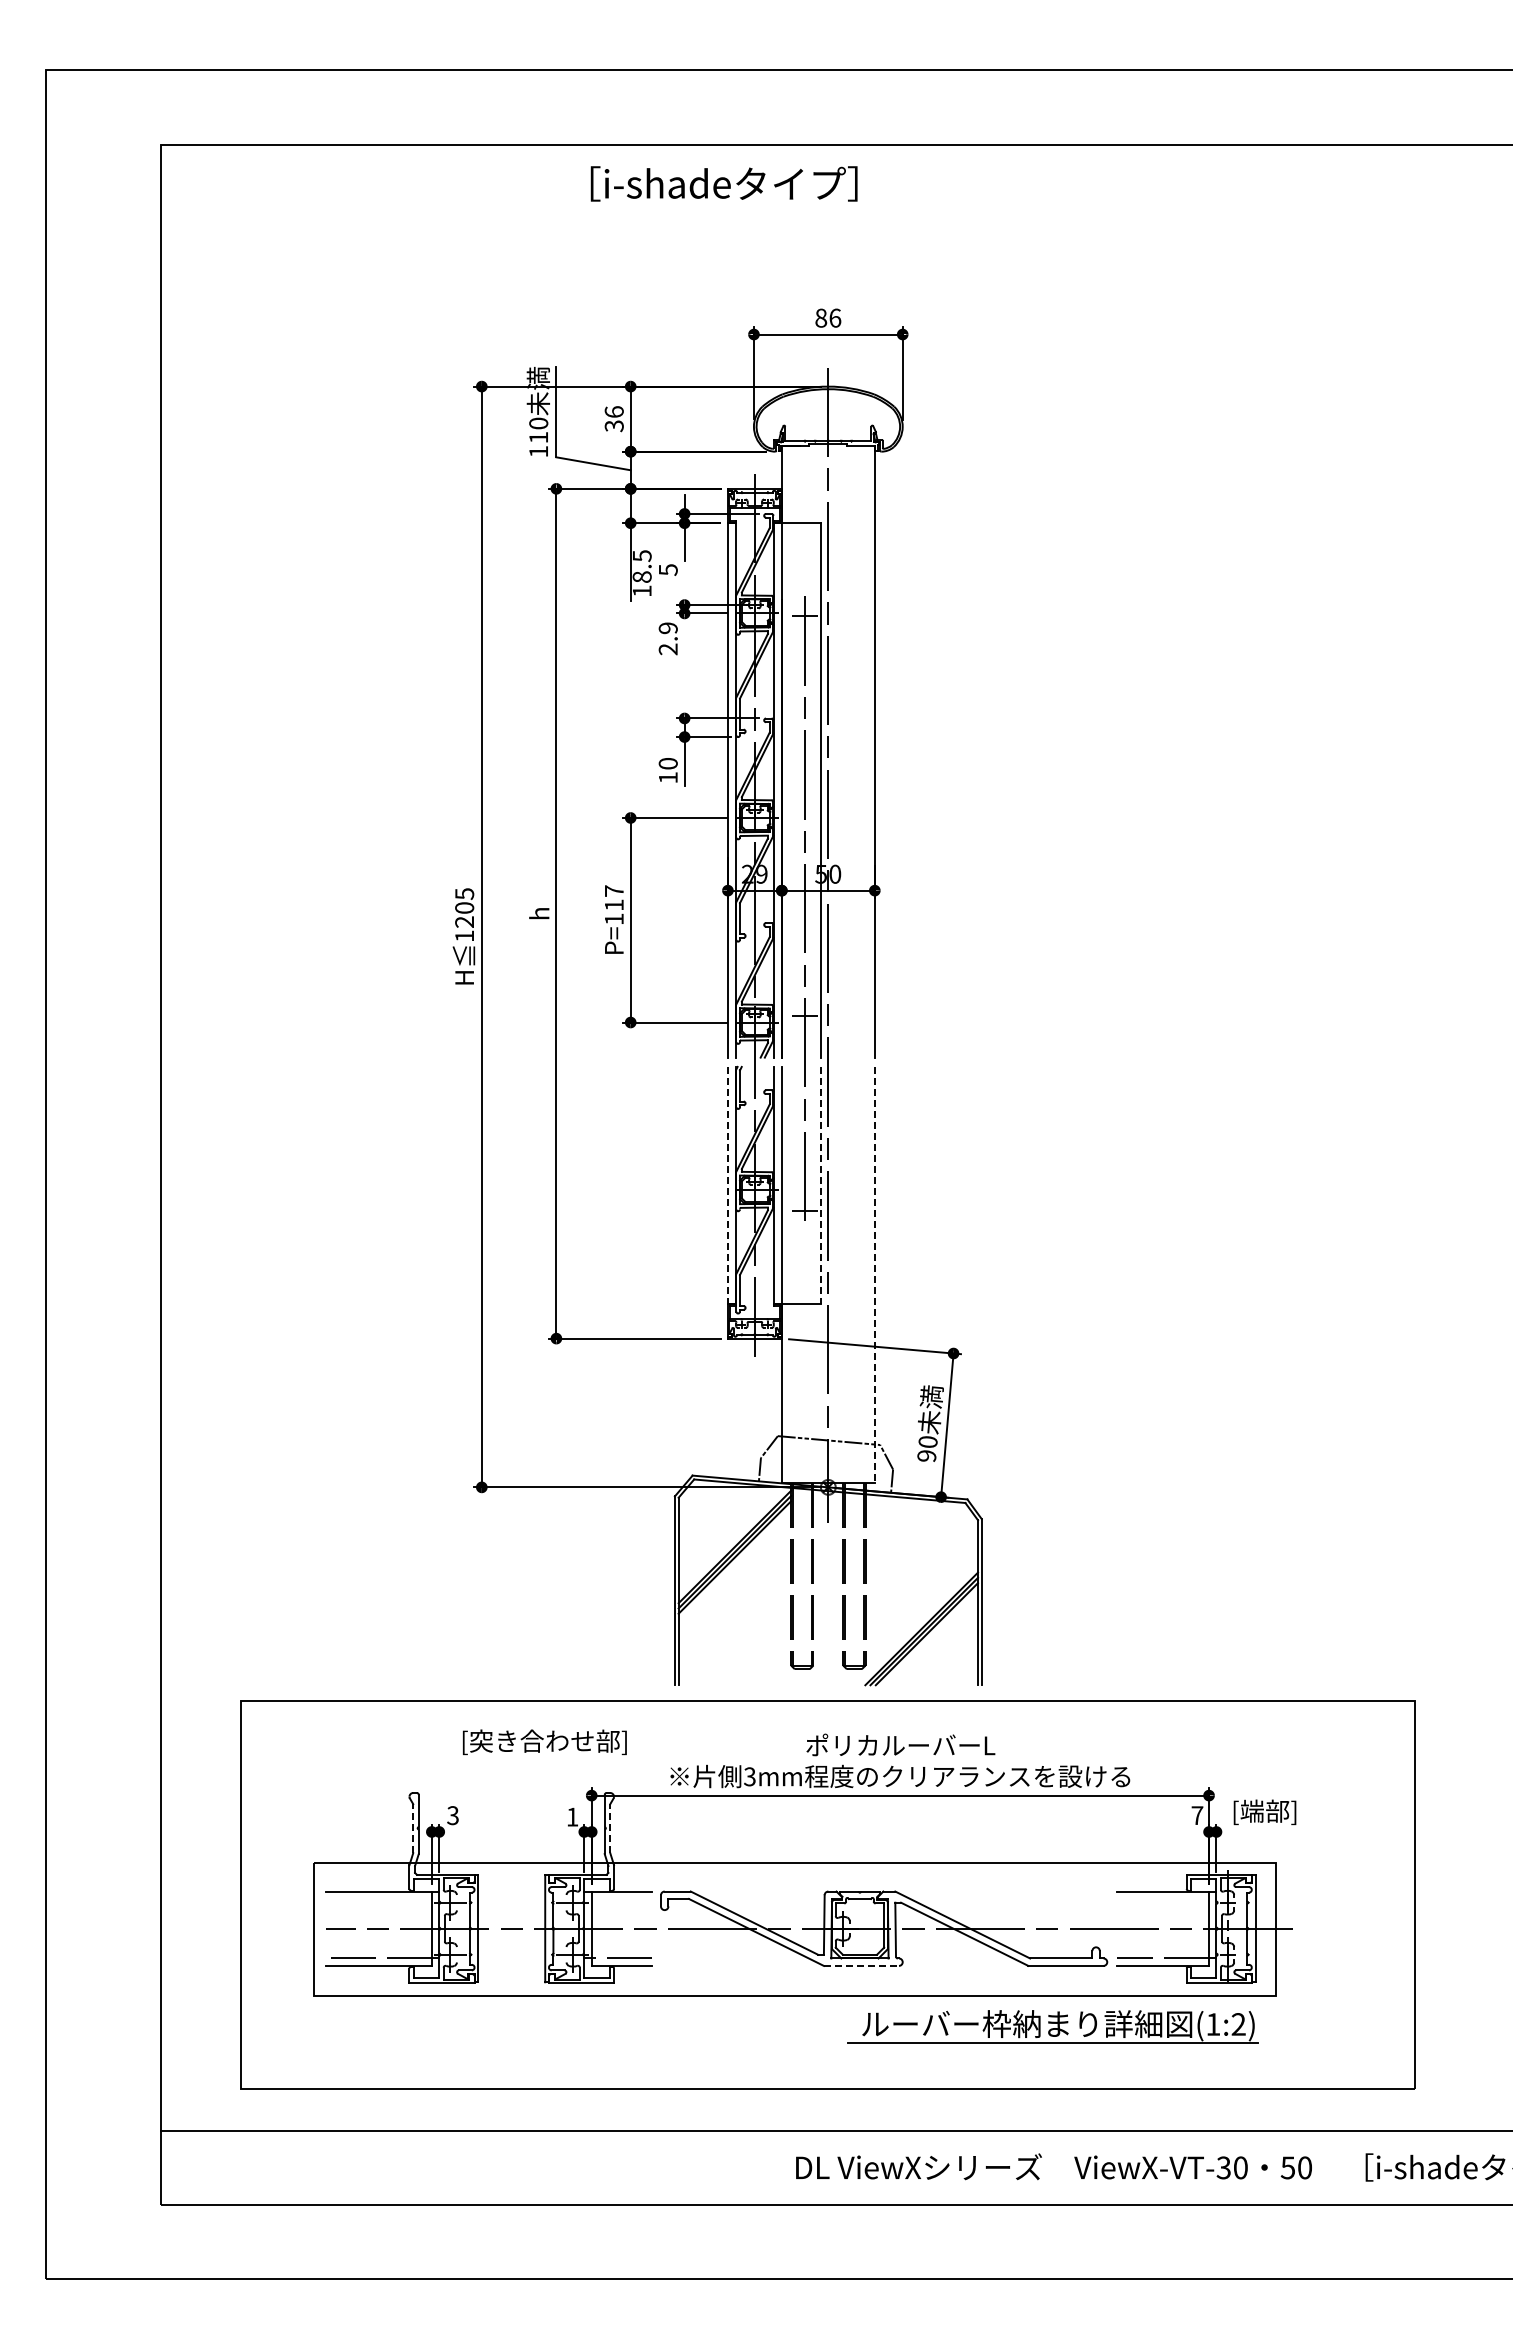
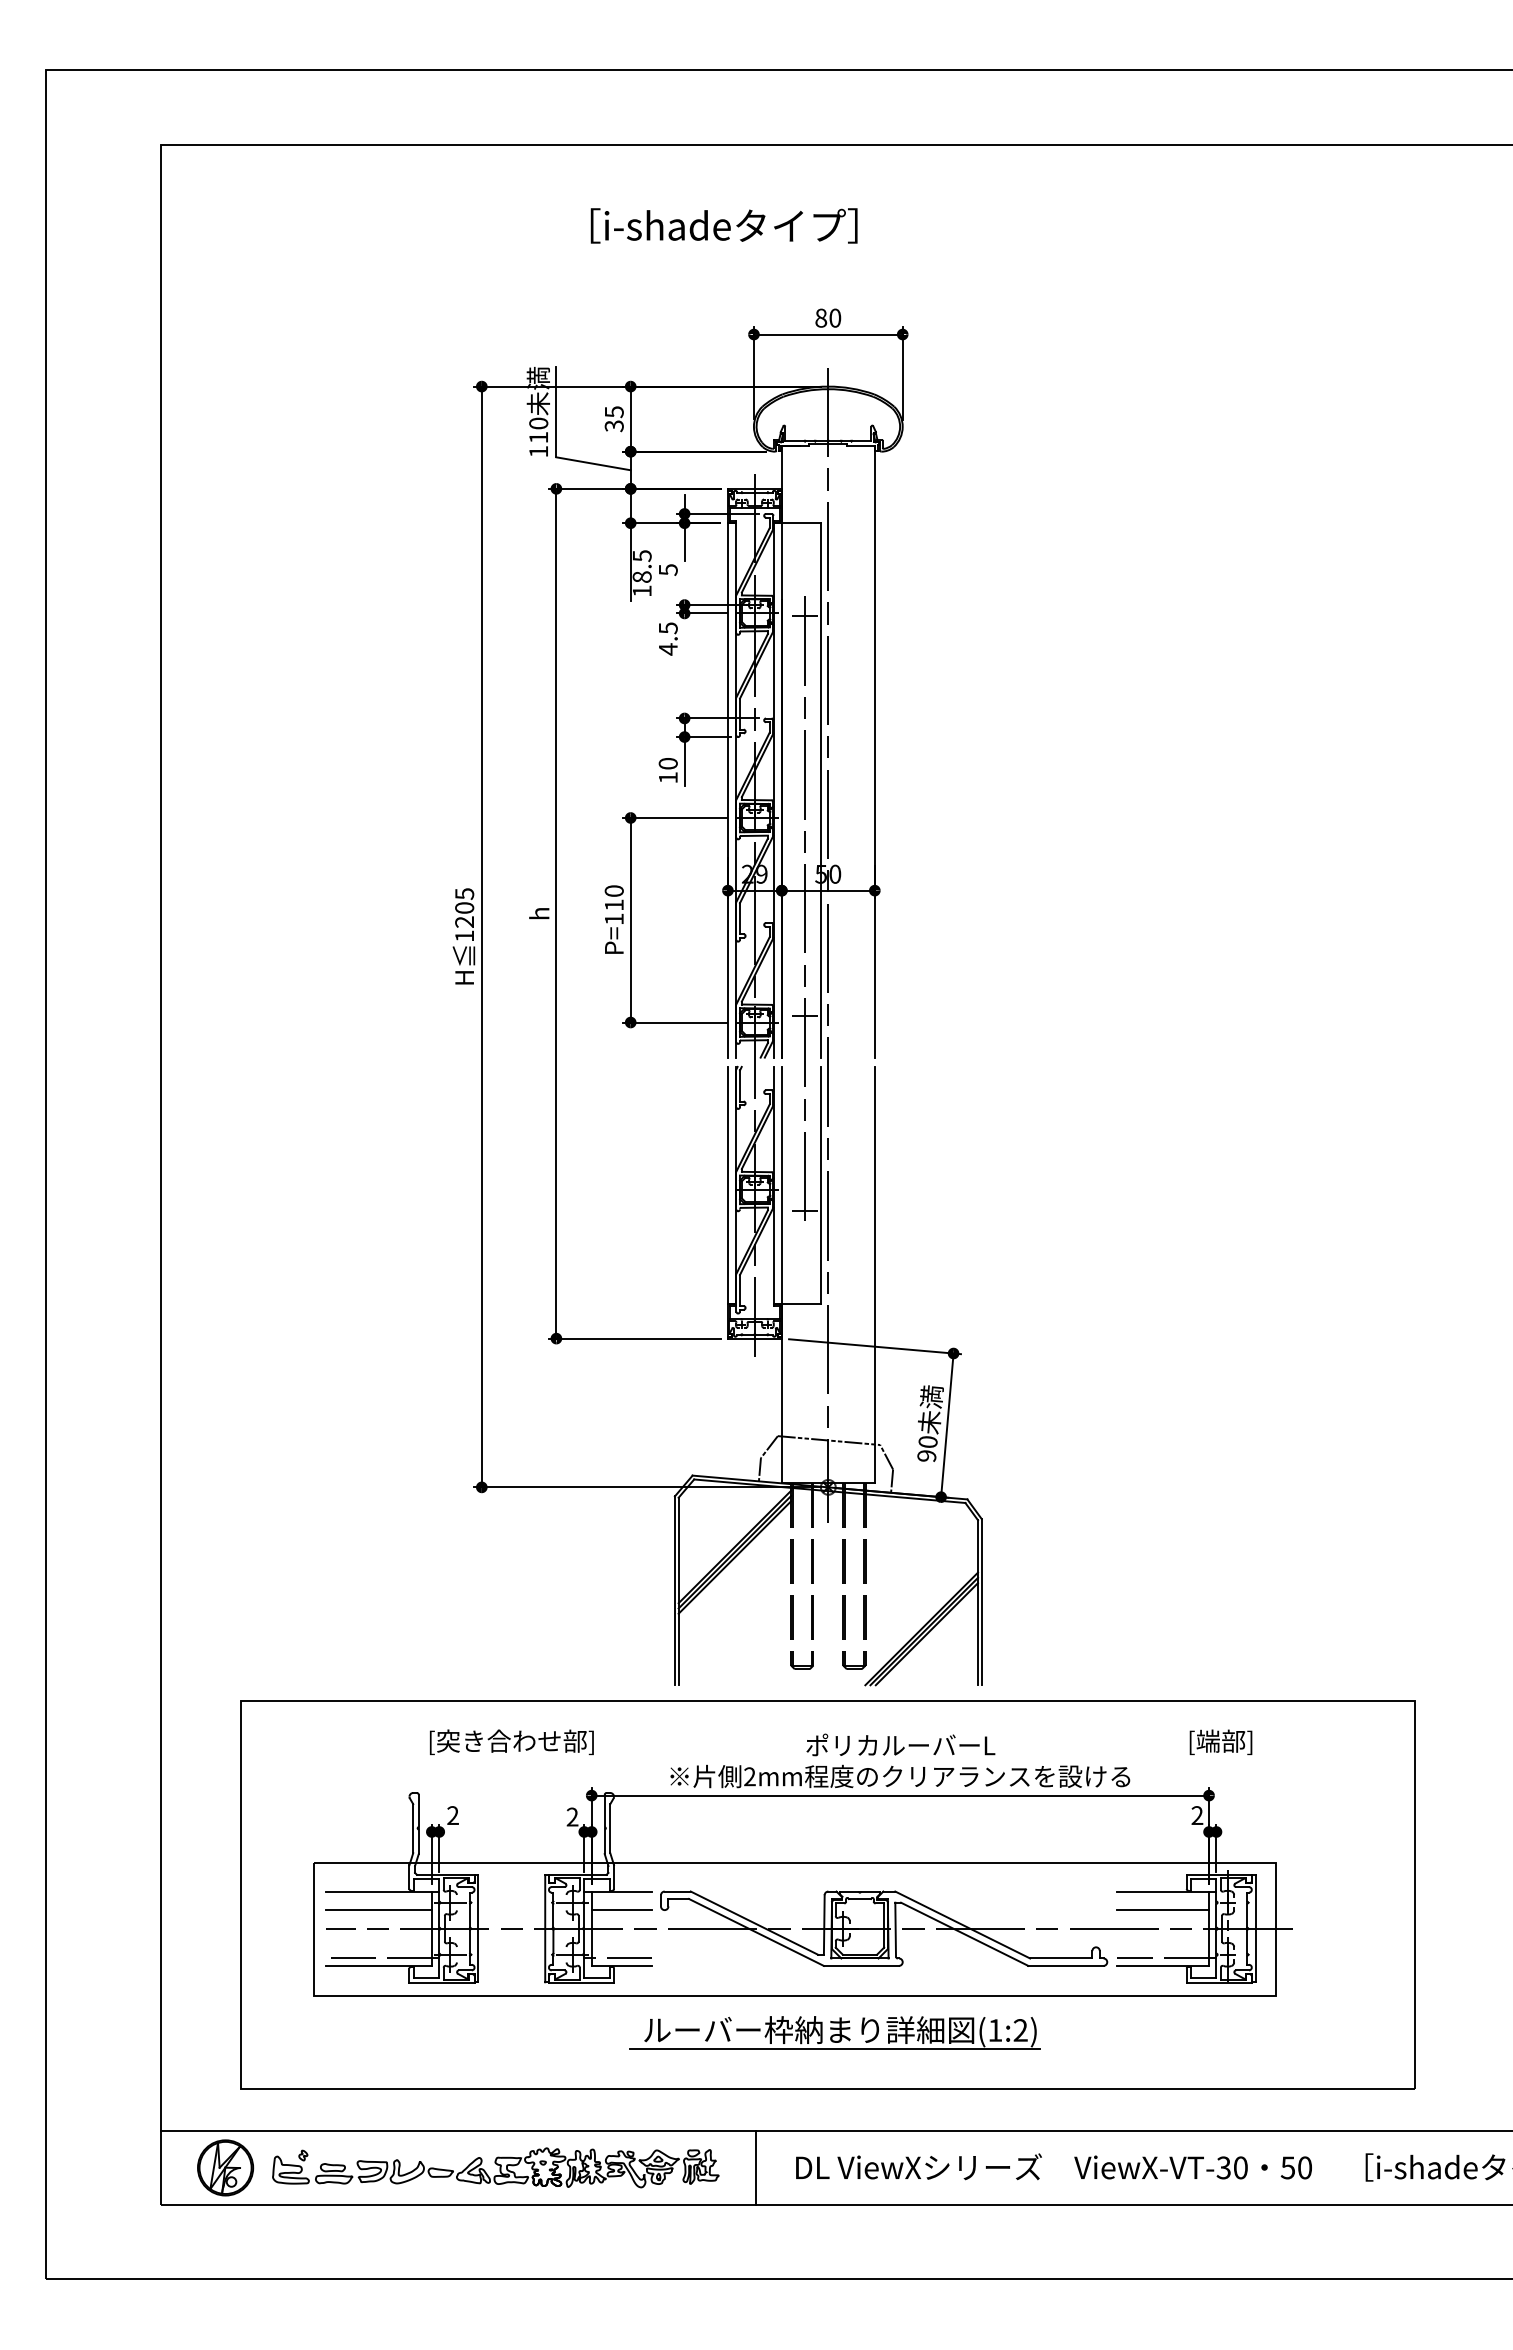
text at (723, 183) position: (723, 183) -> (723, 225)
text at (835, 317): 86 -> 80
text at (613, 412): 36 -> 35
text at (667, 638): 2.9 -> 4.5
text at (613, 890): P=117 -> P=110
line at (727, 1185): dashed -> solid
line at (820, 1185): dashed -> solid
line at (874, 1275): dashed -> solid
text at (544, 1742) position: (544, 1742) -> (511, 1742)
text at (749, 1776): 3mm -> 2mm
text at (1264, 1812) position: (1264, 1812) -> (1220, 1742)
text at (452, 1815): 3 -> 2
text at (1197, 1815): 7 -> 2
text at (572, 1816): 1 -> 2
line at (413, 1828): dashed -> solid
line at (610, 1828): dashed -> solid
line at (378, 1910): none -> present
line at (621, 1910): none -> present
line at (1162, 1910): none -> present
line at (861, 1965): dashed -> solid
part at (1052, 2026) position: (1052, 2026) -> (834, 2032)
part at (225, 2167): none -> present
part at (495, 2167): none -> present
line at (755, 2167): none -> present
